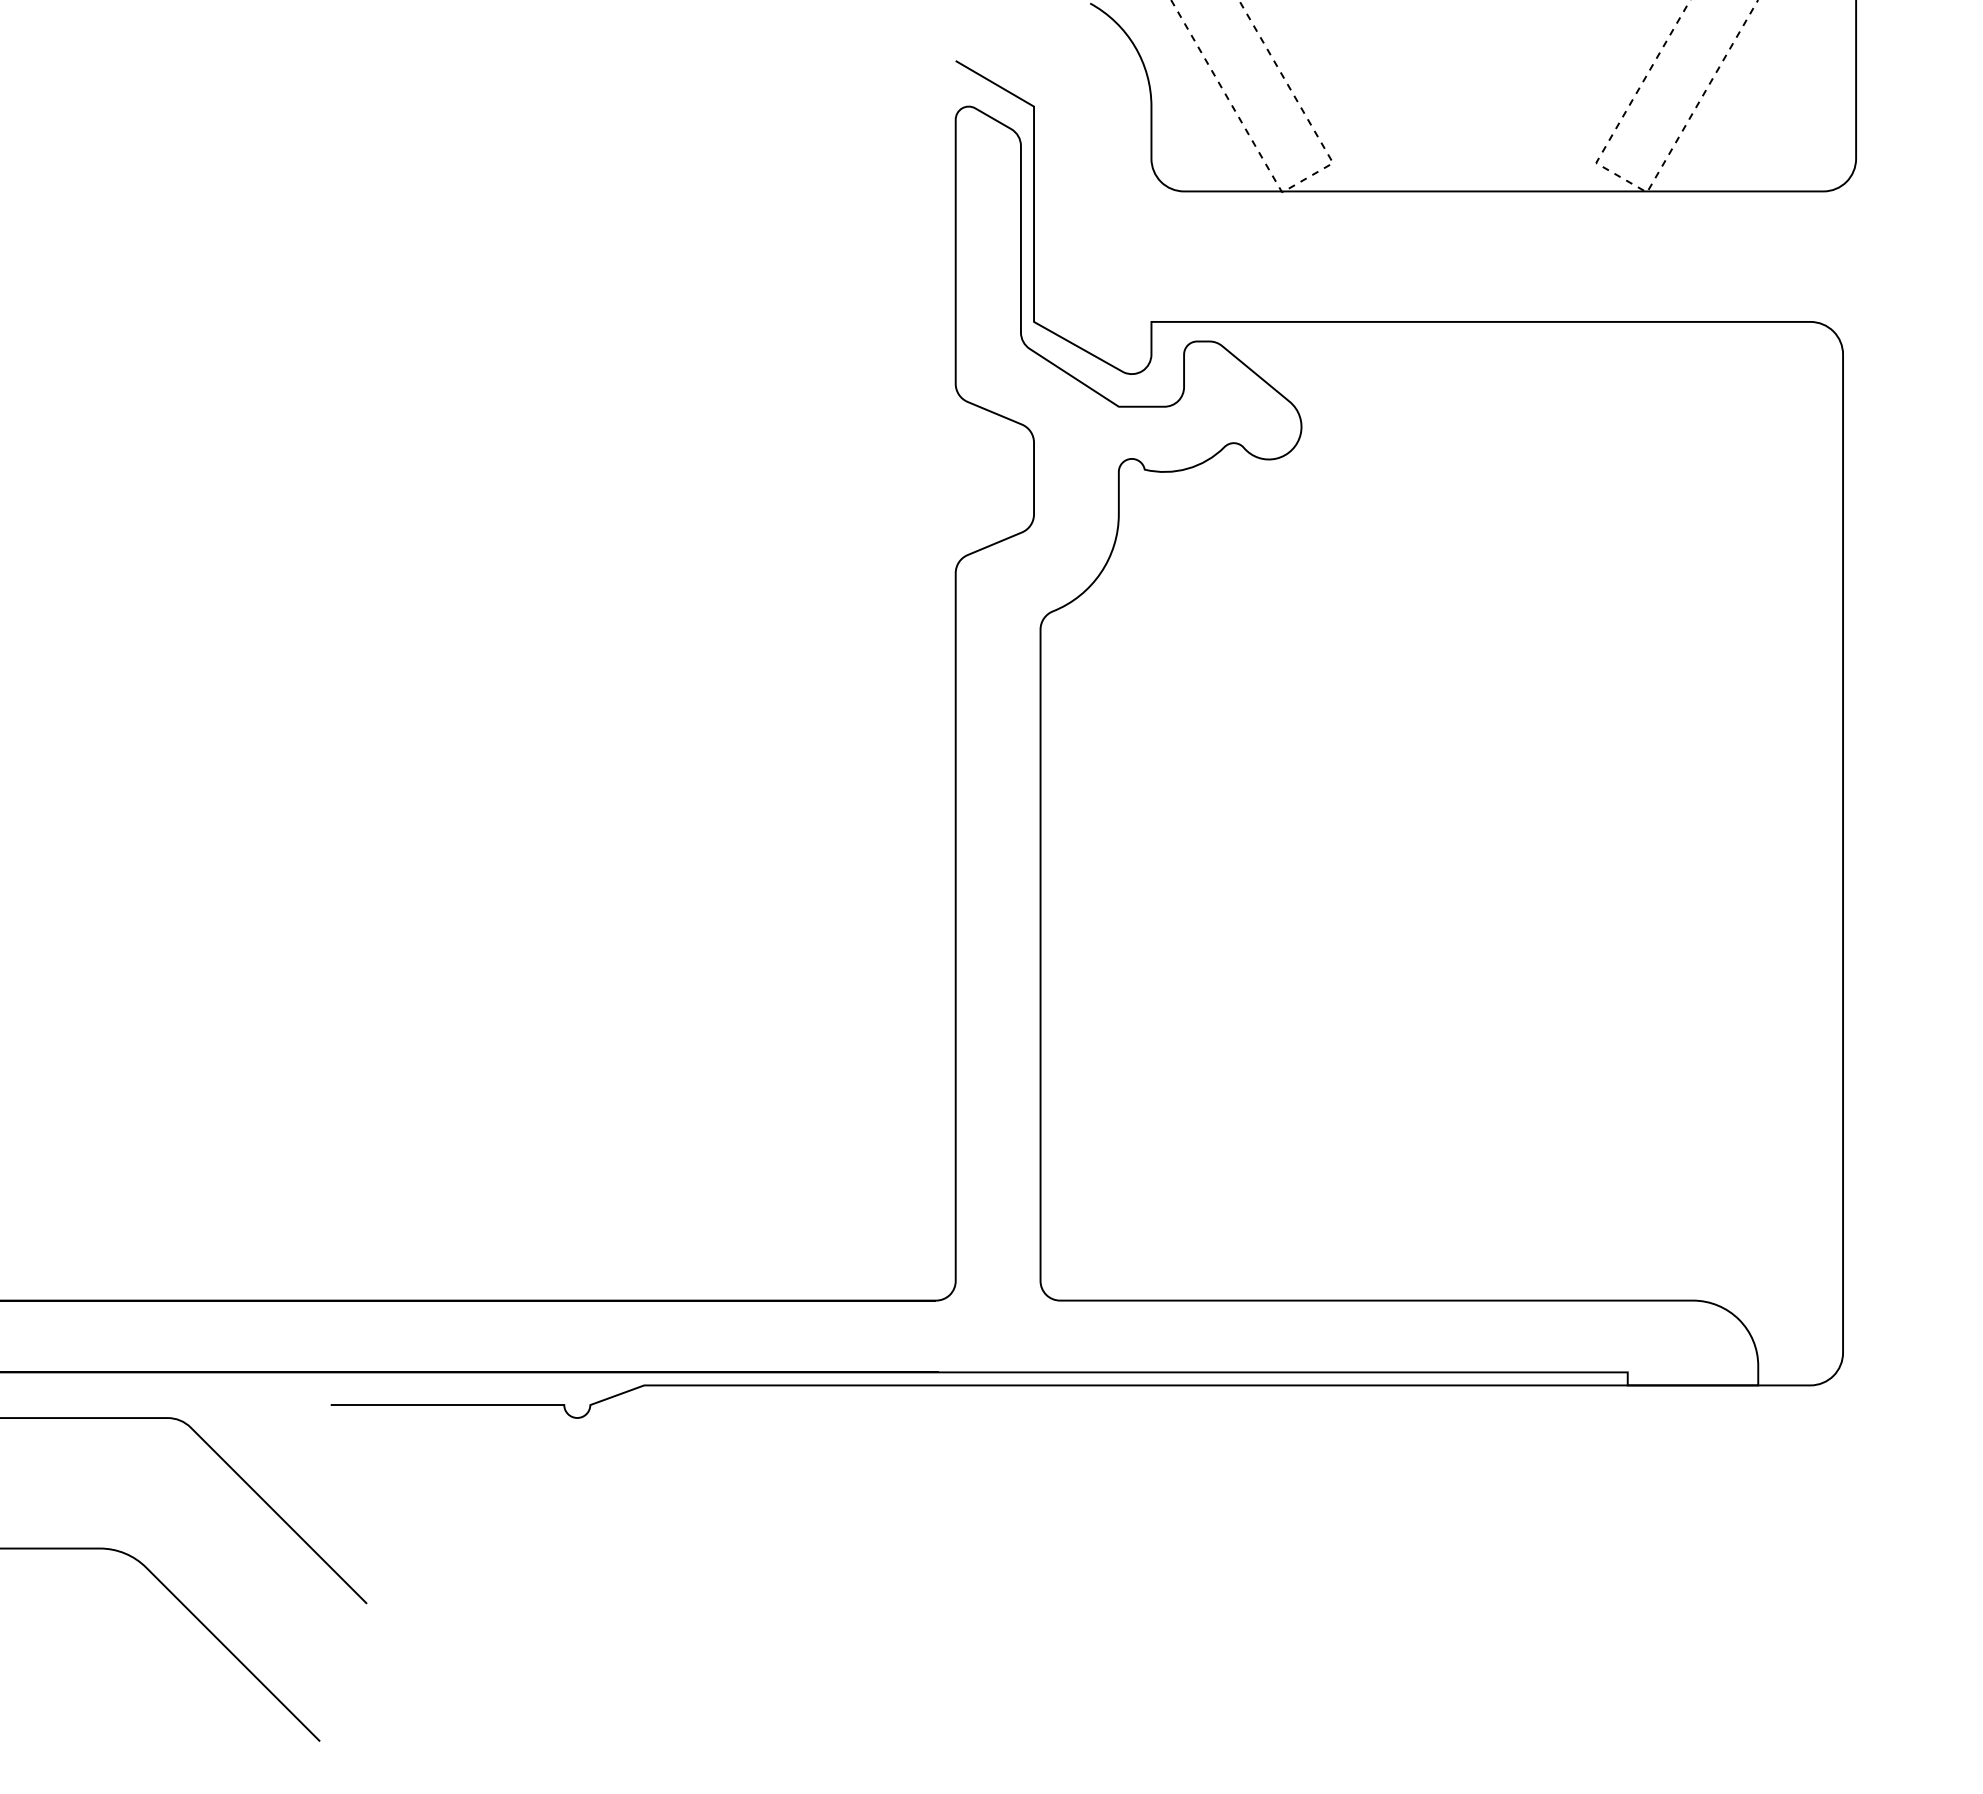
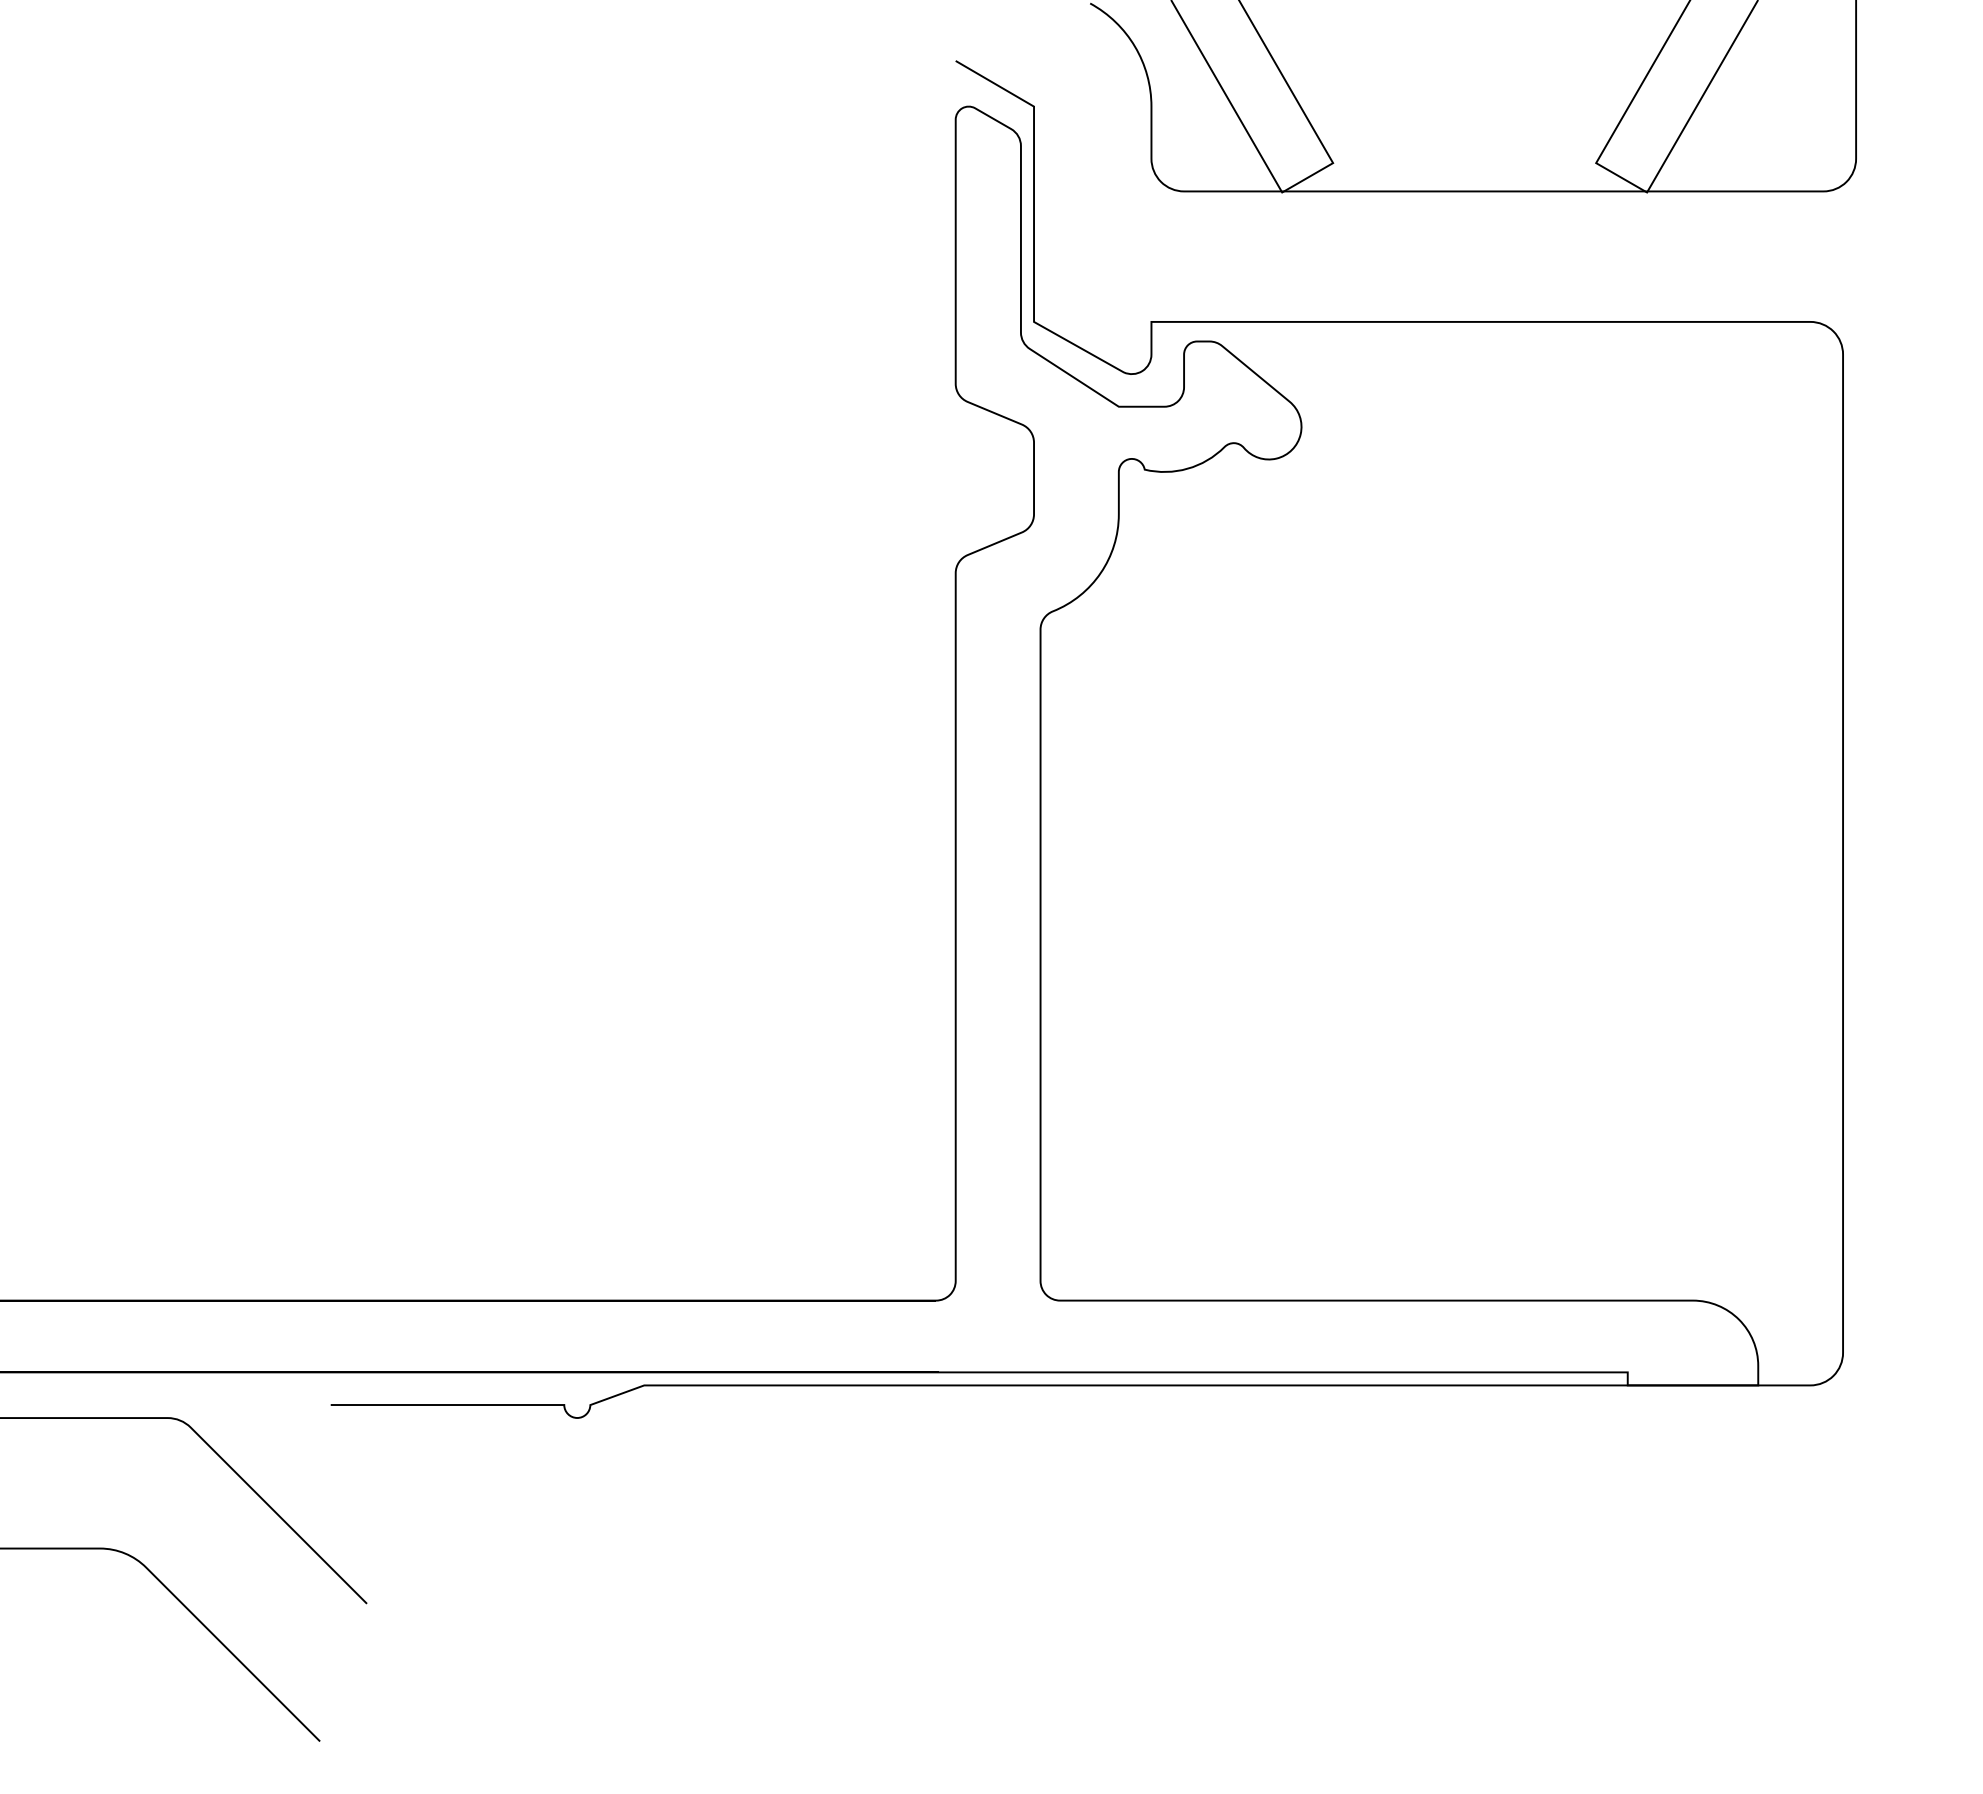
line at (1293, 186): dashed -> solid
line at (1636, 186): dashed -> solid
